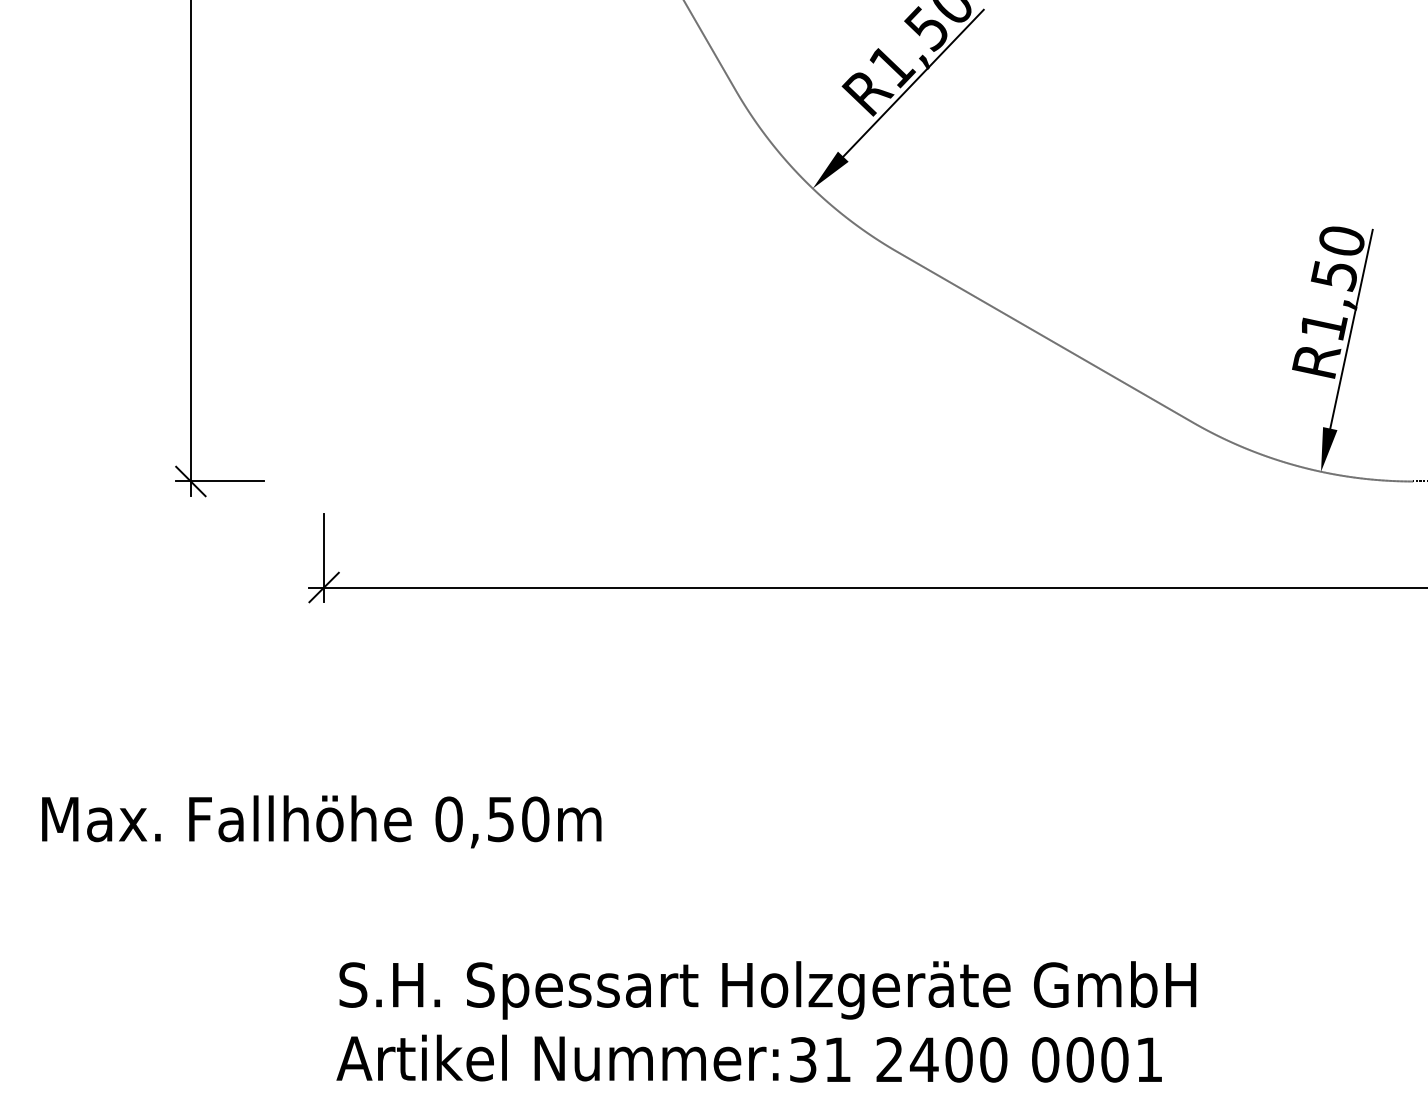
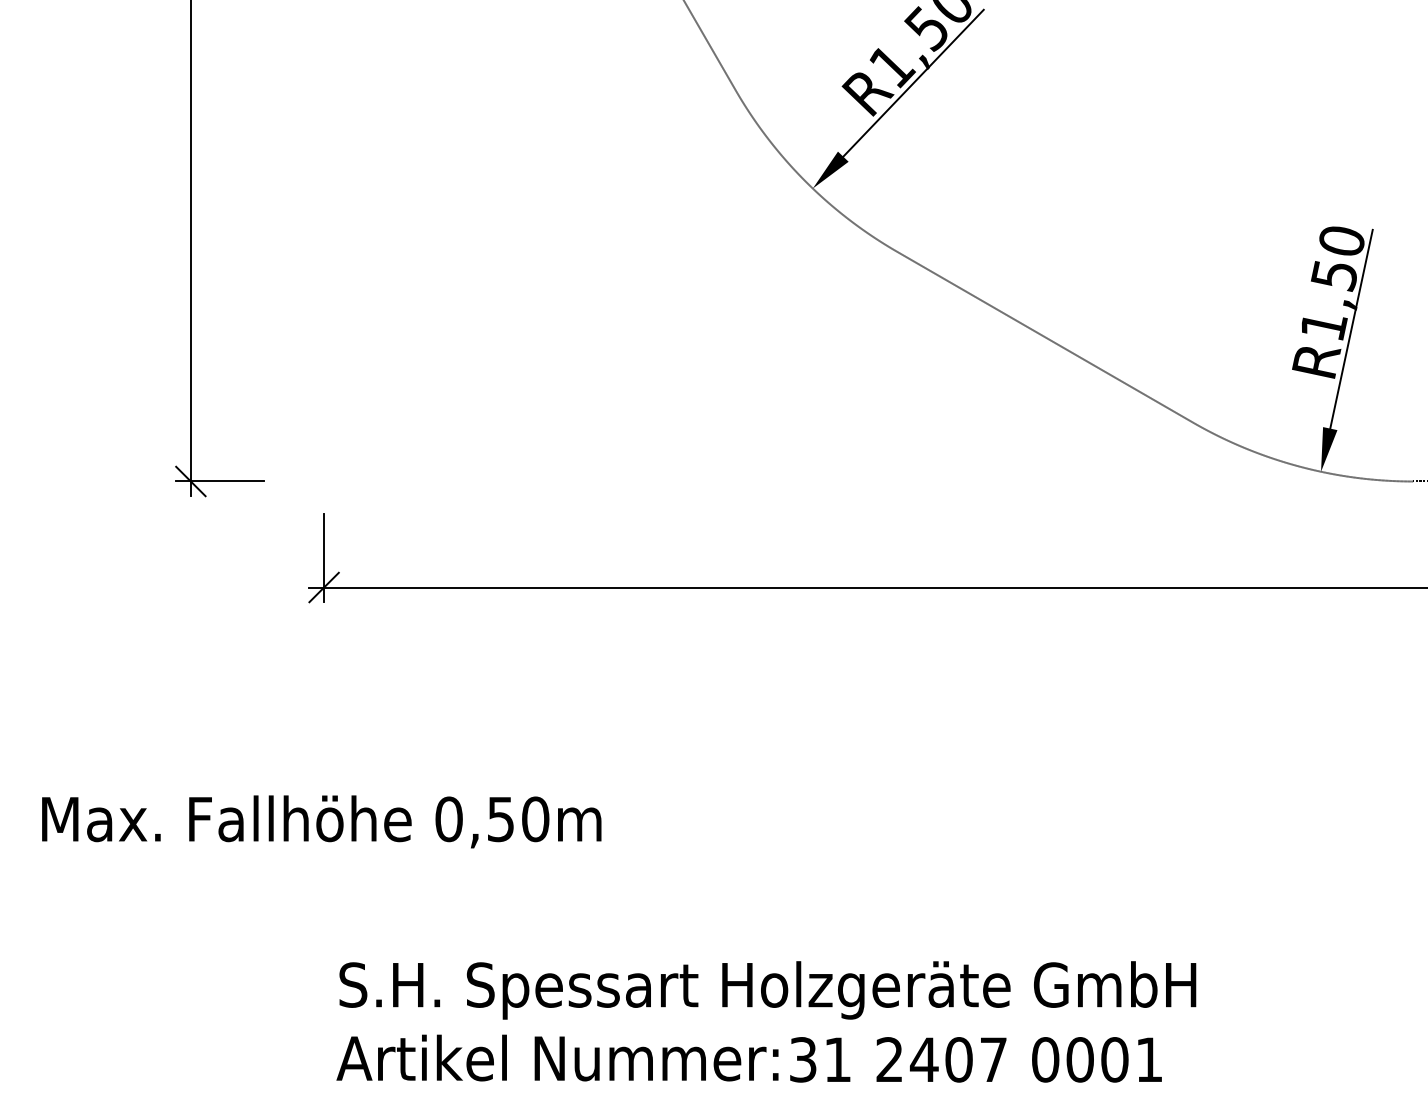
text at (993, 1059): 2400 -> 2407
